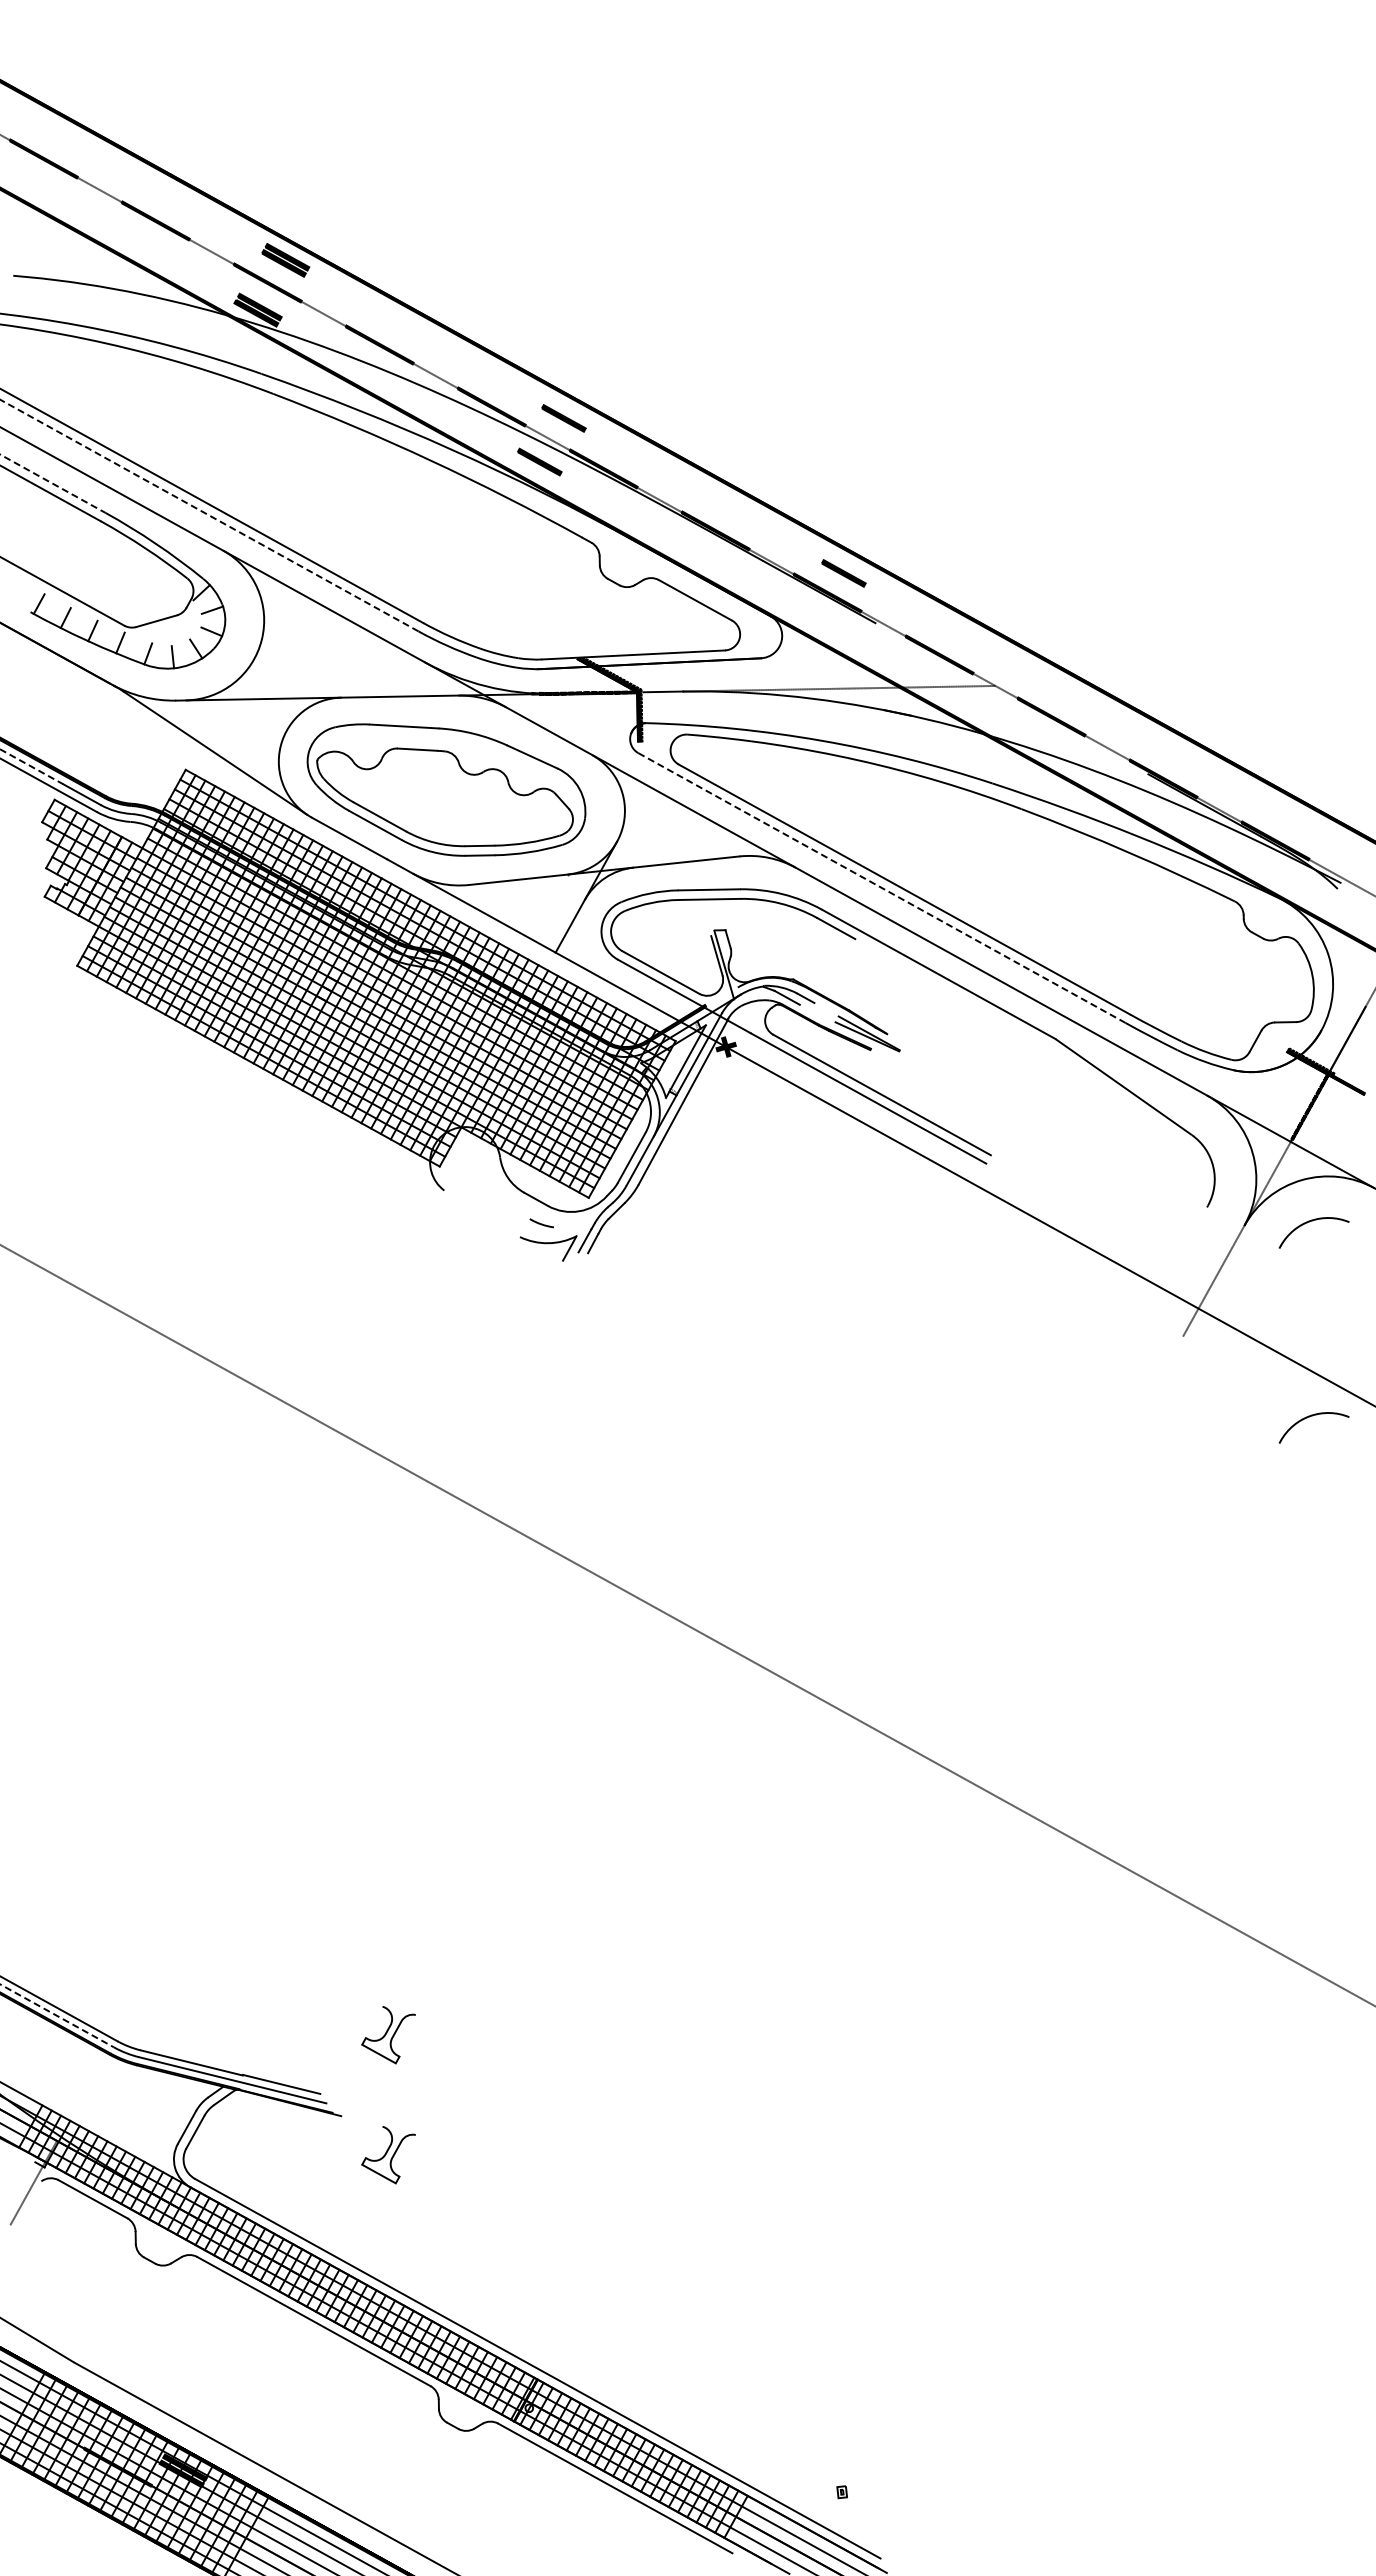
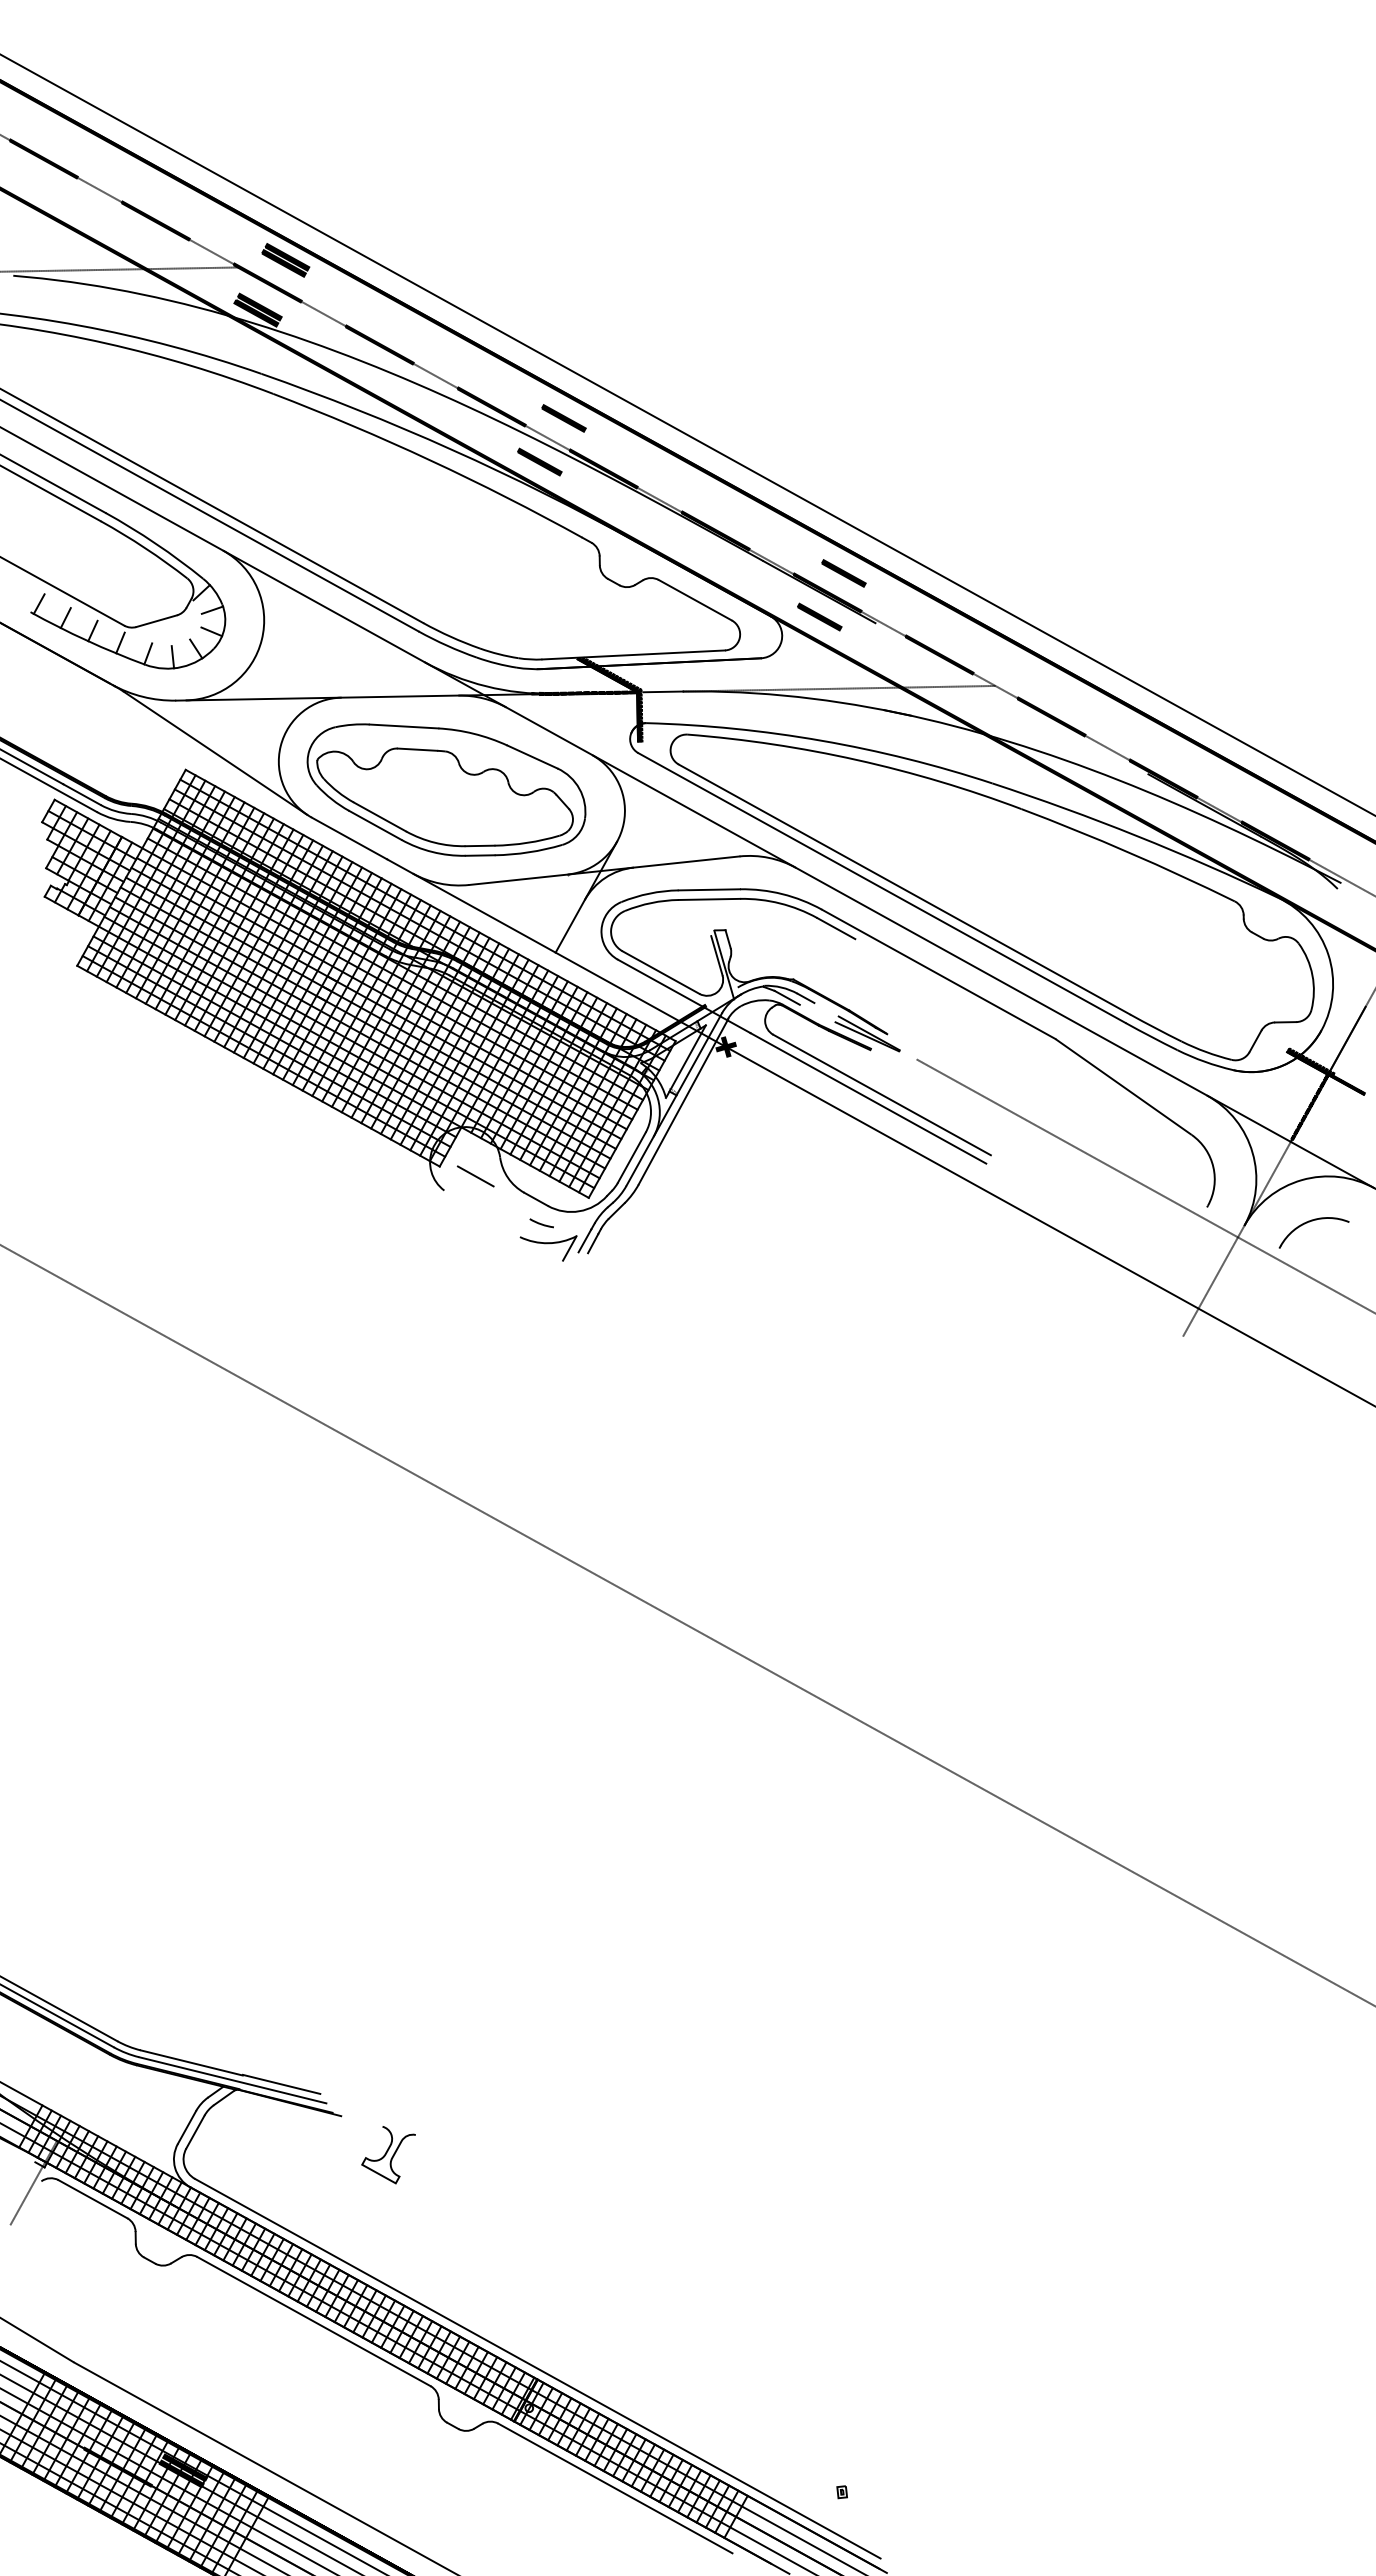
line at (120, 269): none -> present
line at (687, 434): none -> present
line at (53, 483): dashed -> solid
line at (209, 515): dashed -> solid
part at (819, 616): none -> present
line at (31, 766): dashed -> solid
line at (882, 888): dashed -> solid
line at (475, 1176): none -> present
line at (1144, 1185): none -> present
part at (1309, 1417): present -> none
line at (57, 2015): dashed -> solid
curve at (387, 2033): present -> none
